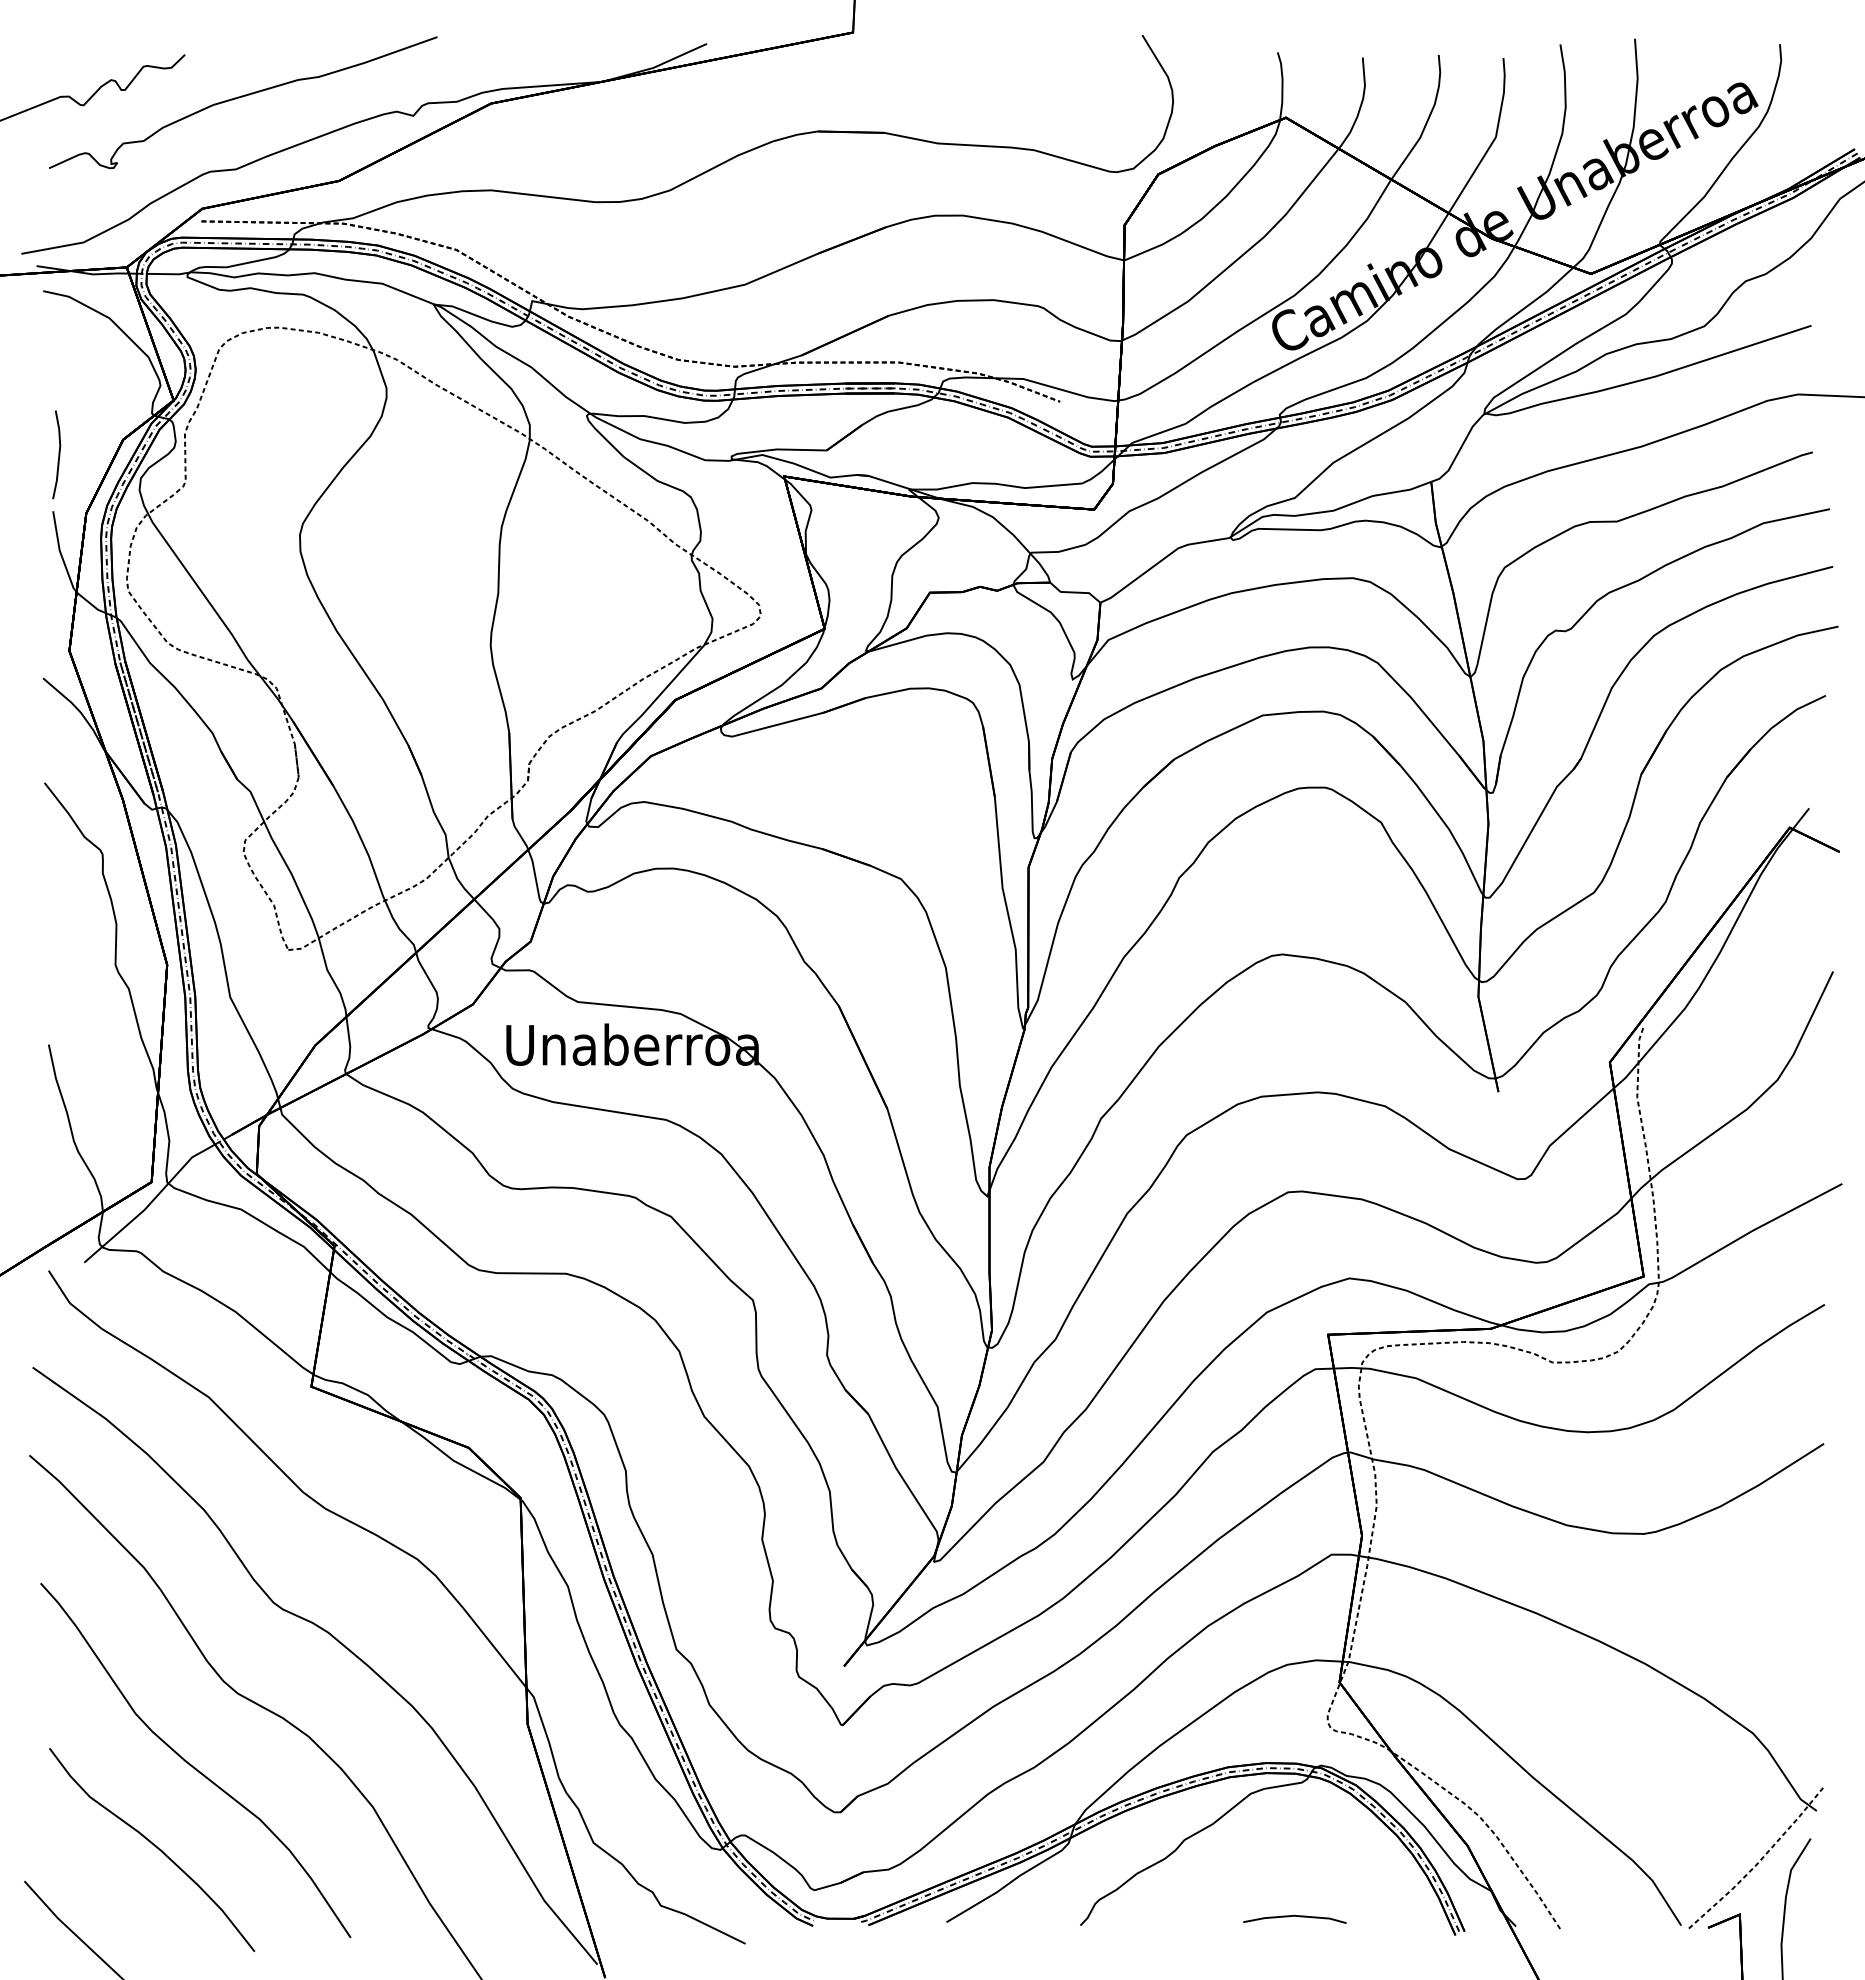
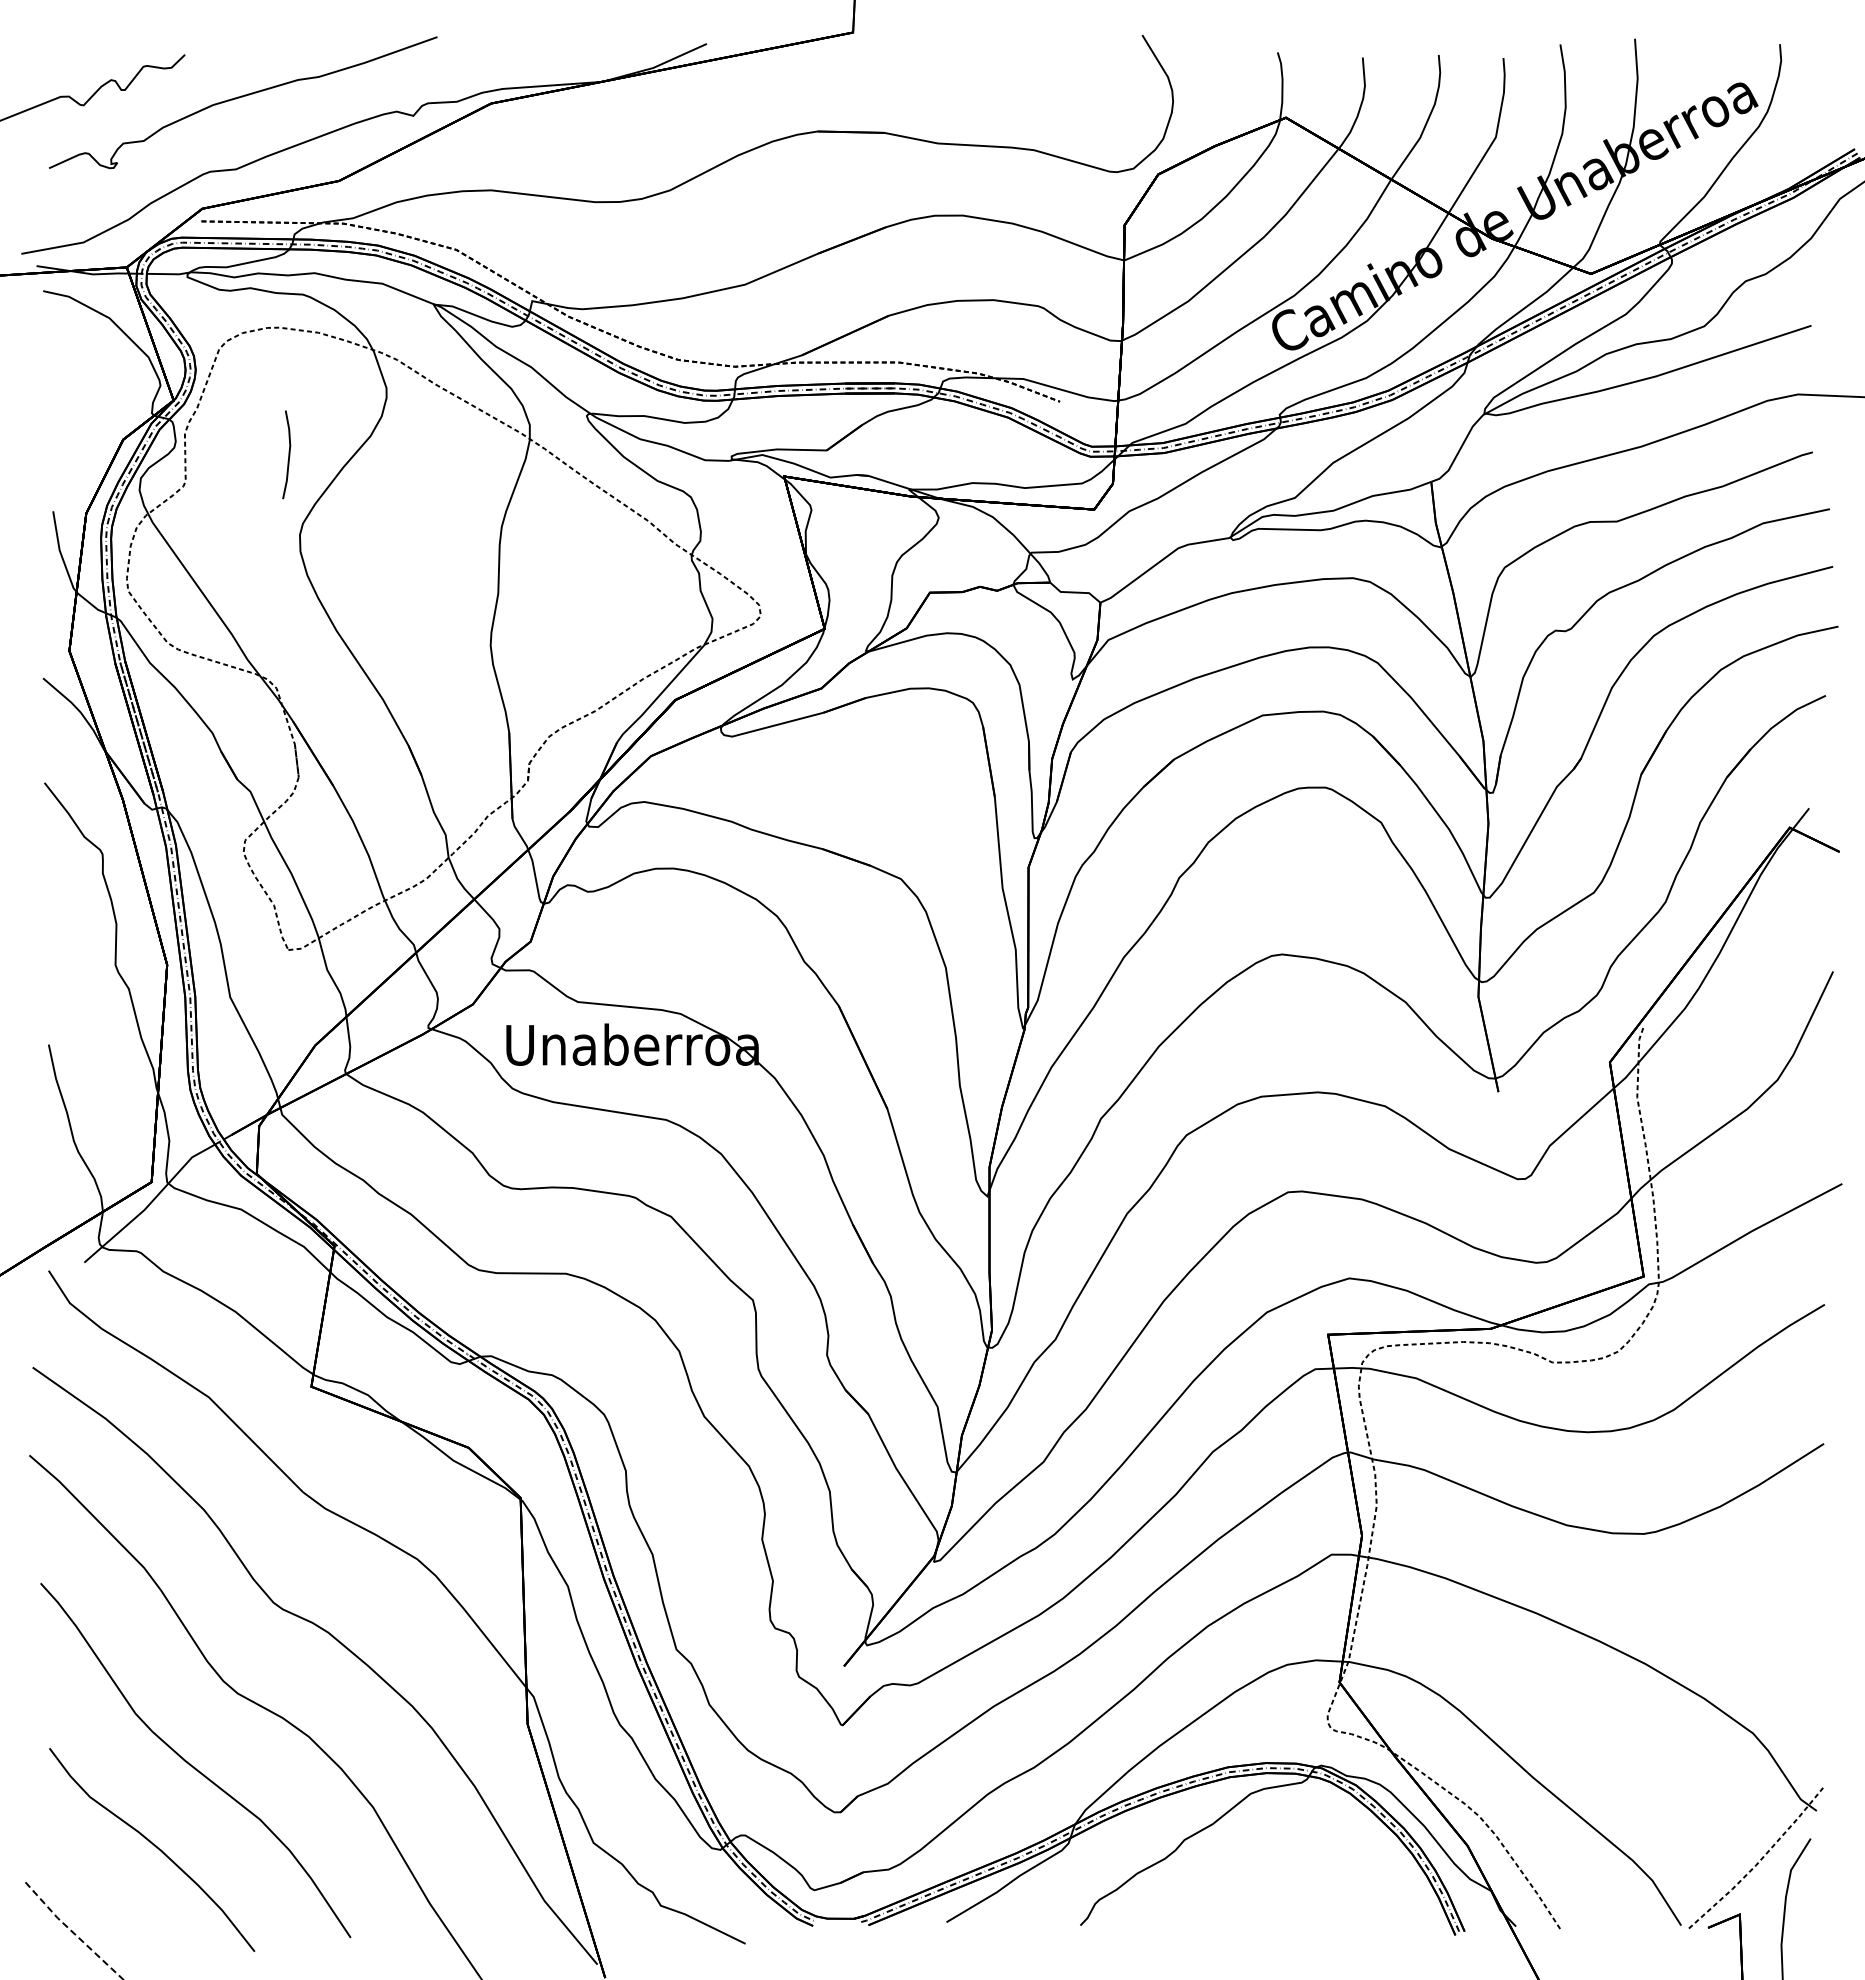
line at (58, 454) position: (58, 454) -> (288, 454)
line at (1294, 1916): present -> none
line at (71, 1931): solid -> dashed
